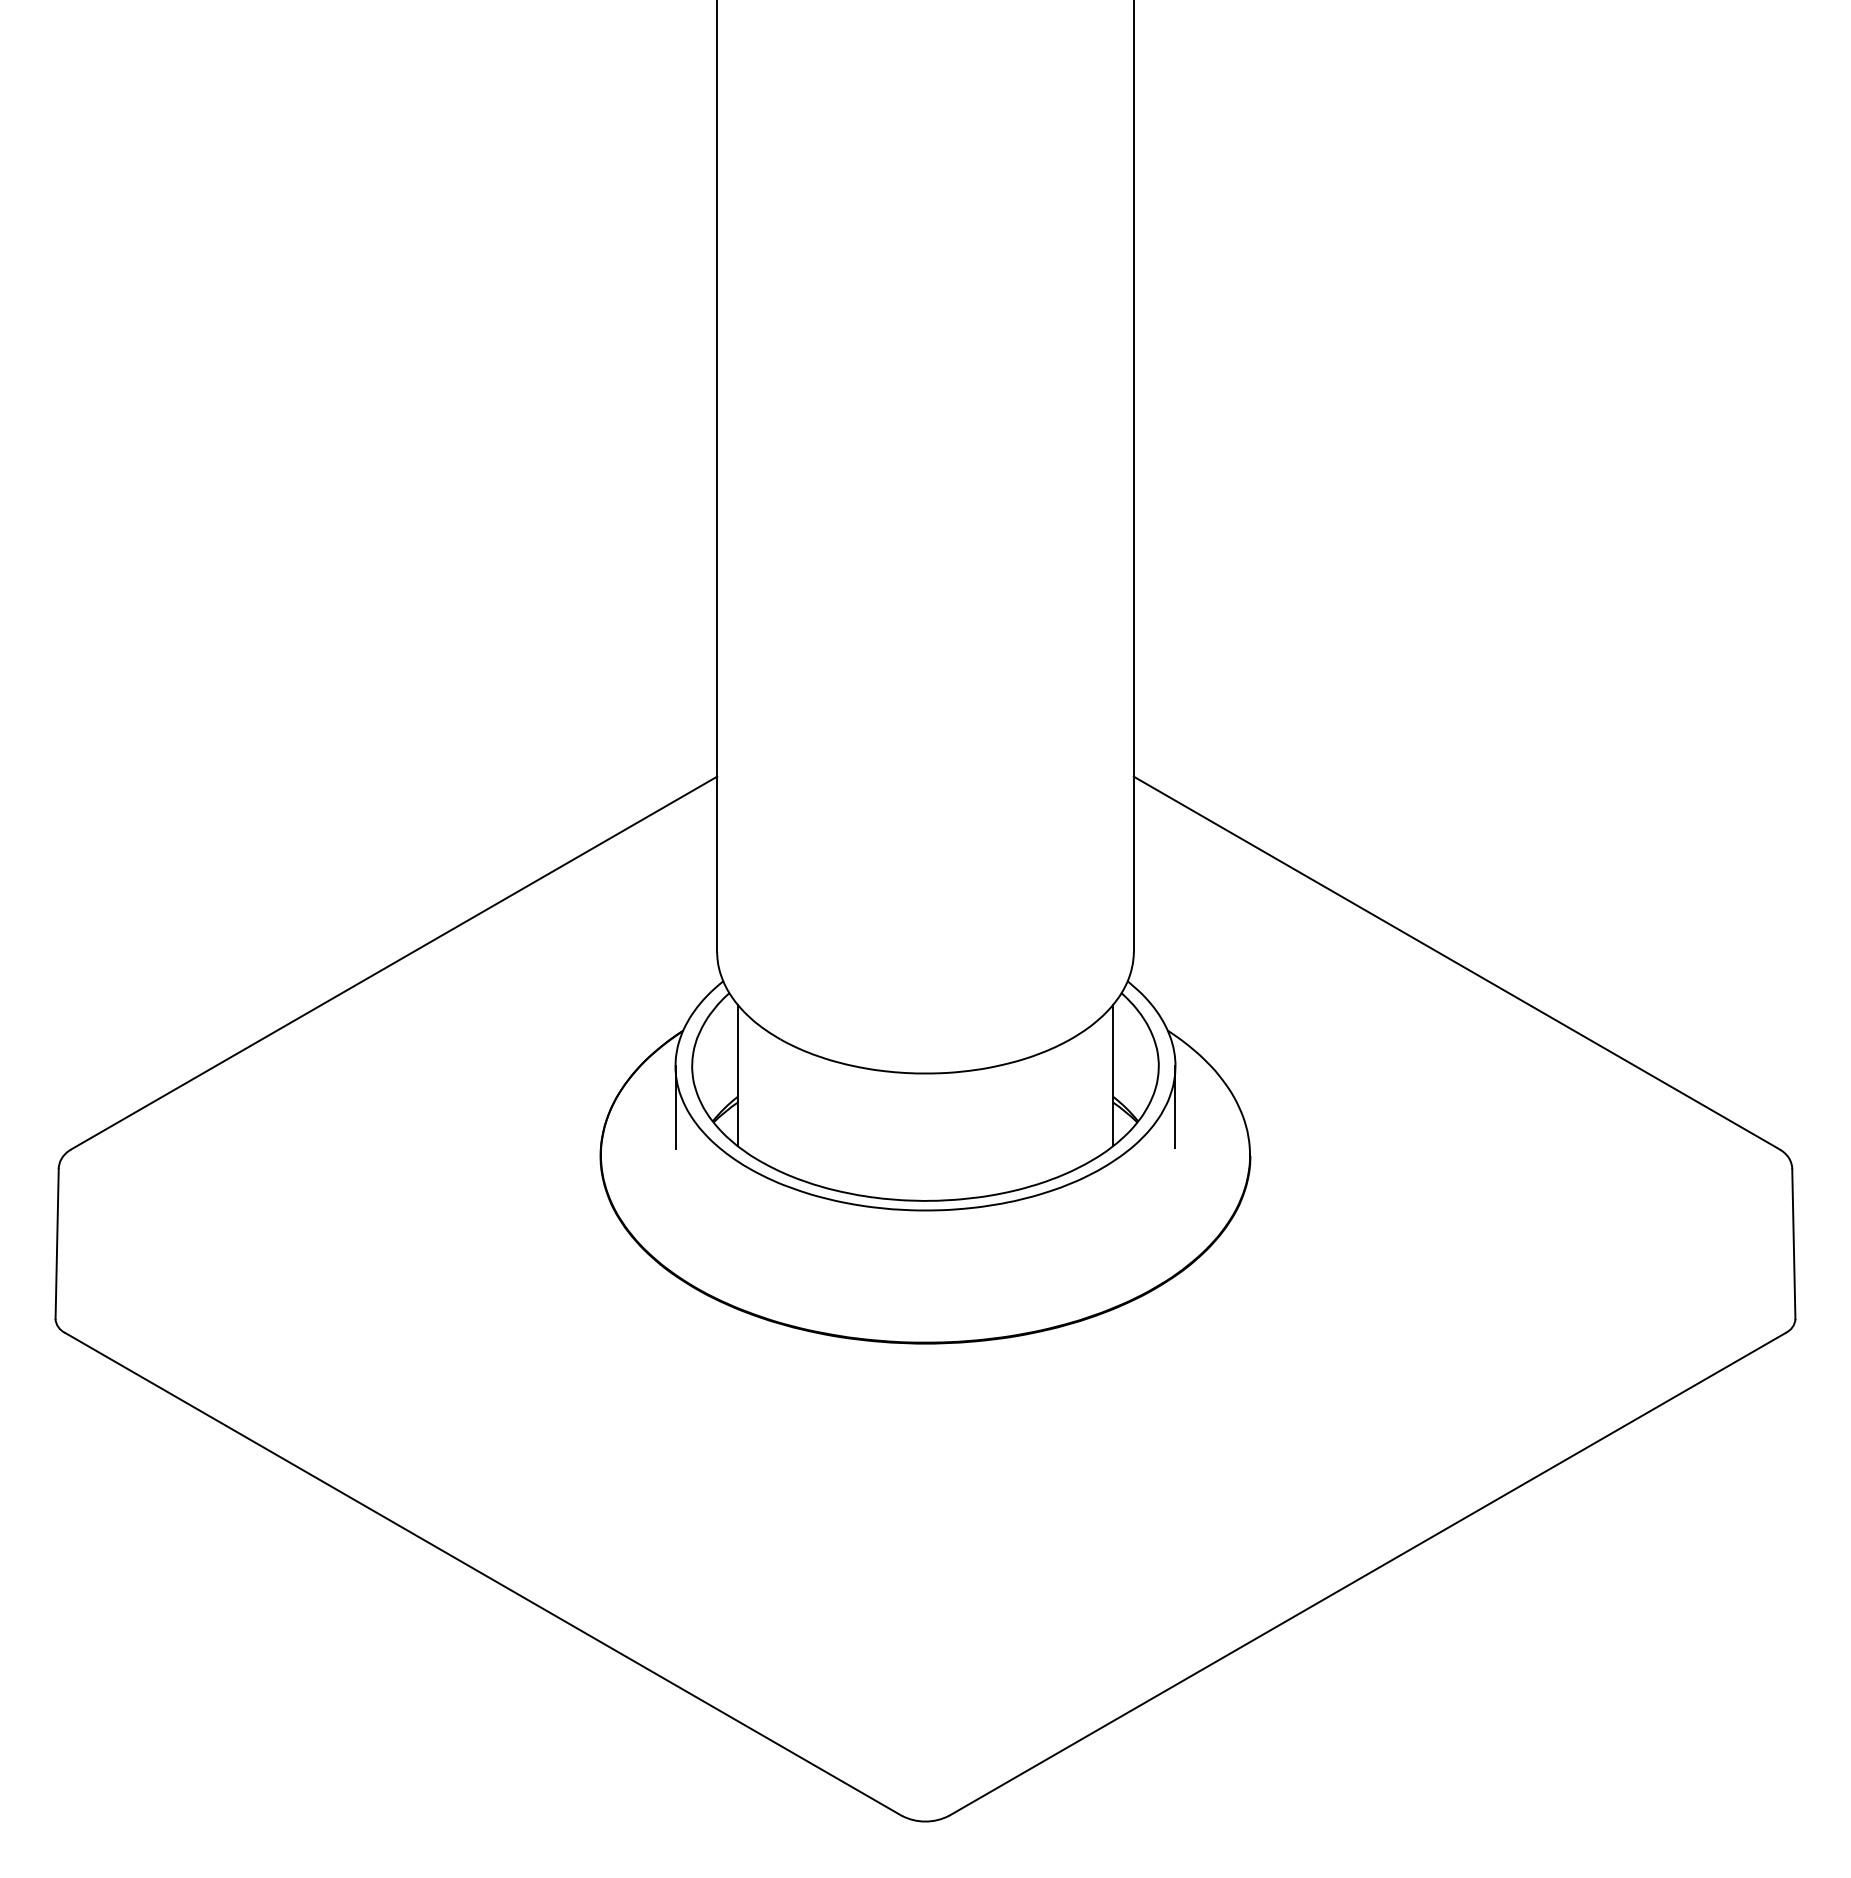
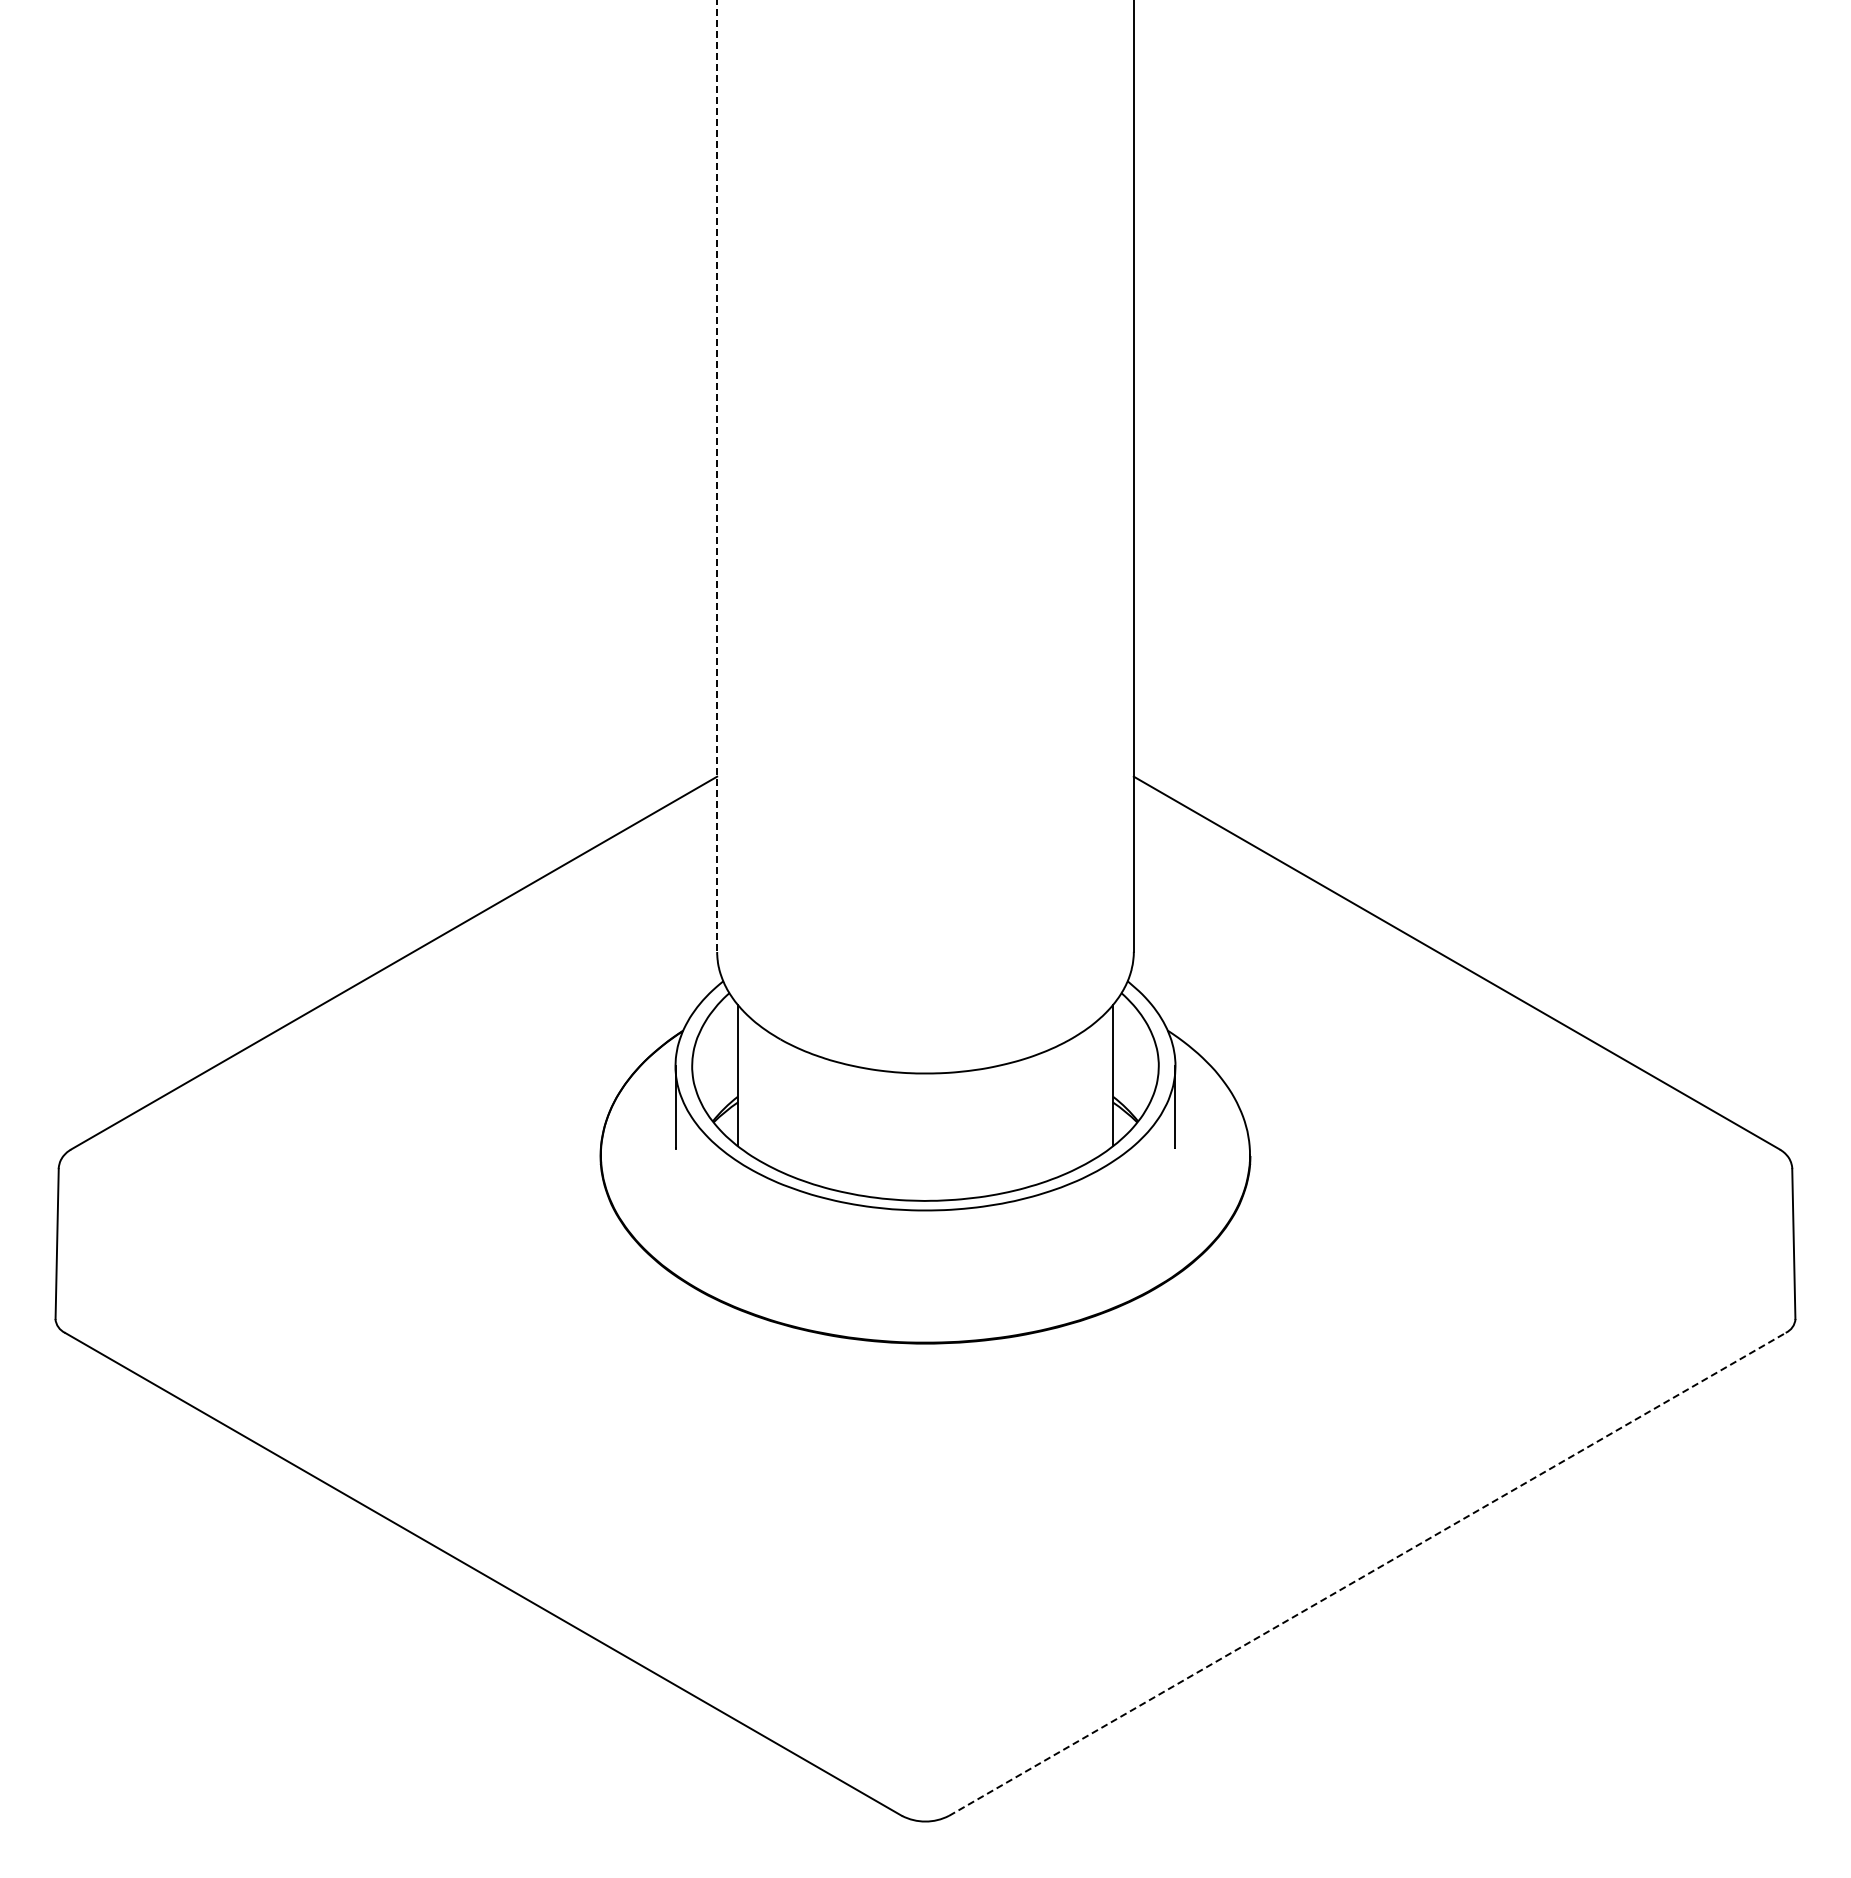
line at (717, 476): solid -> dashed
line at (1367, 1574): solid -> dashed
